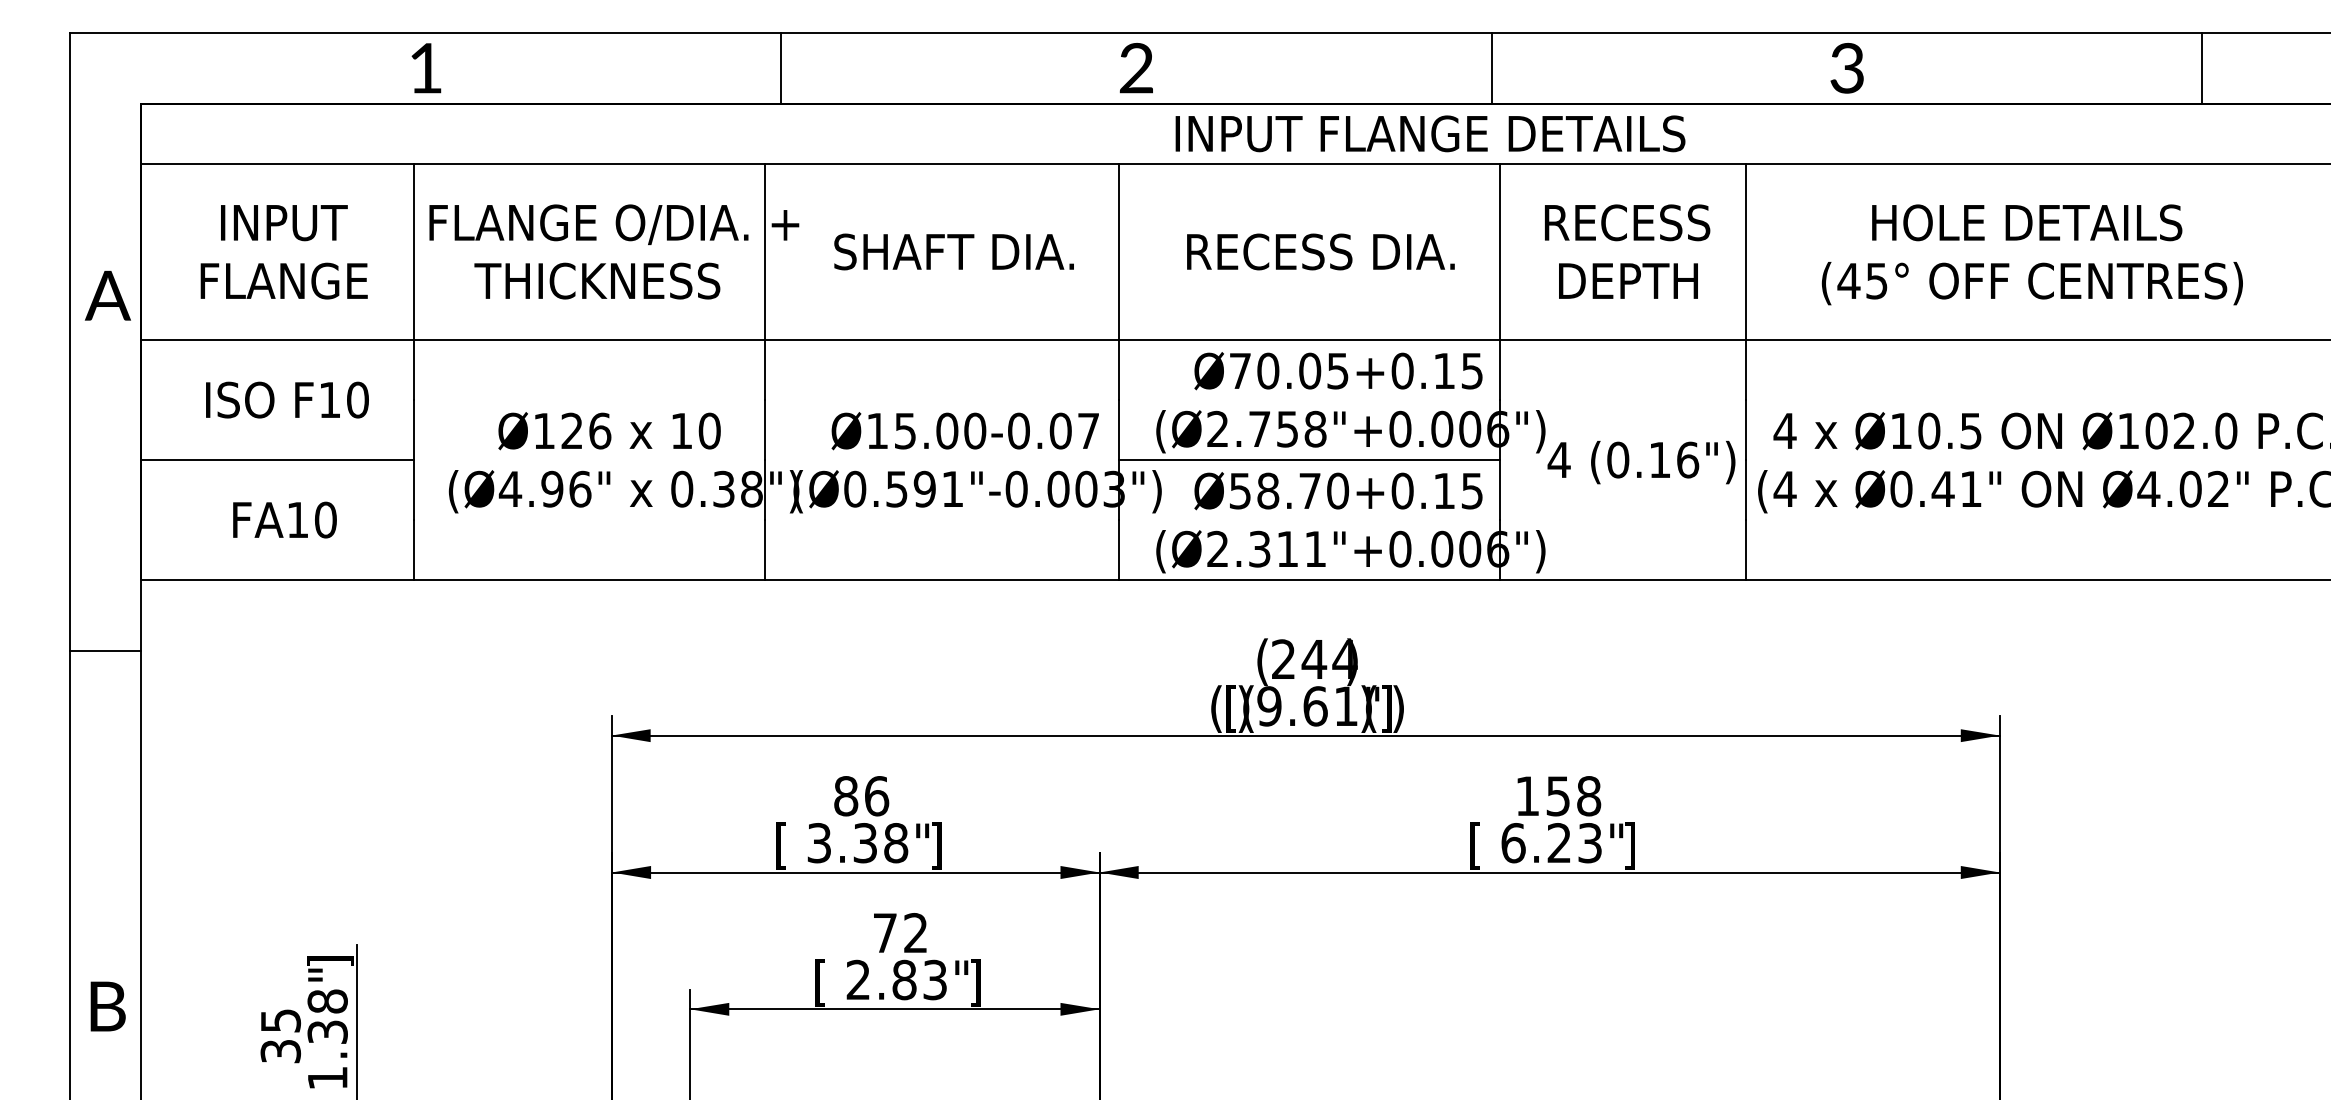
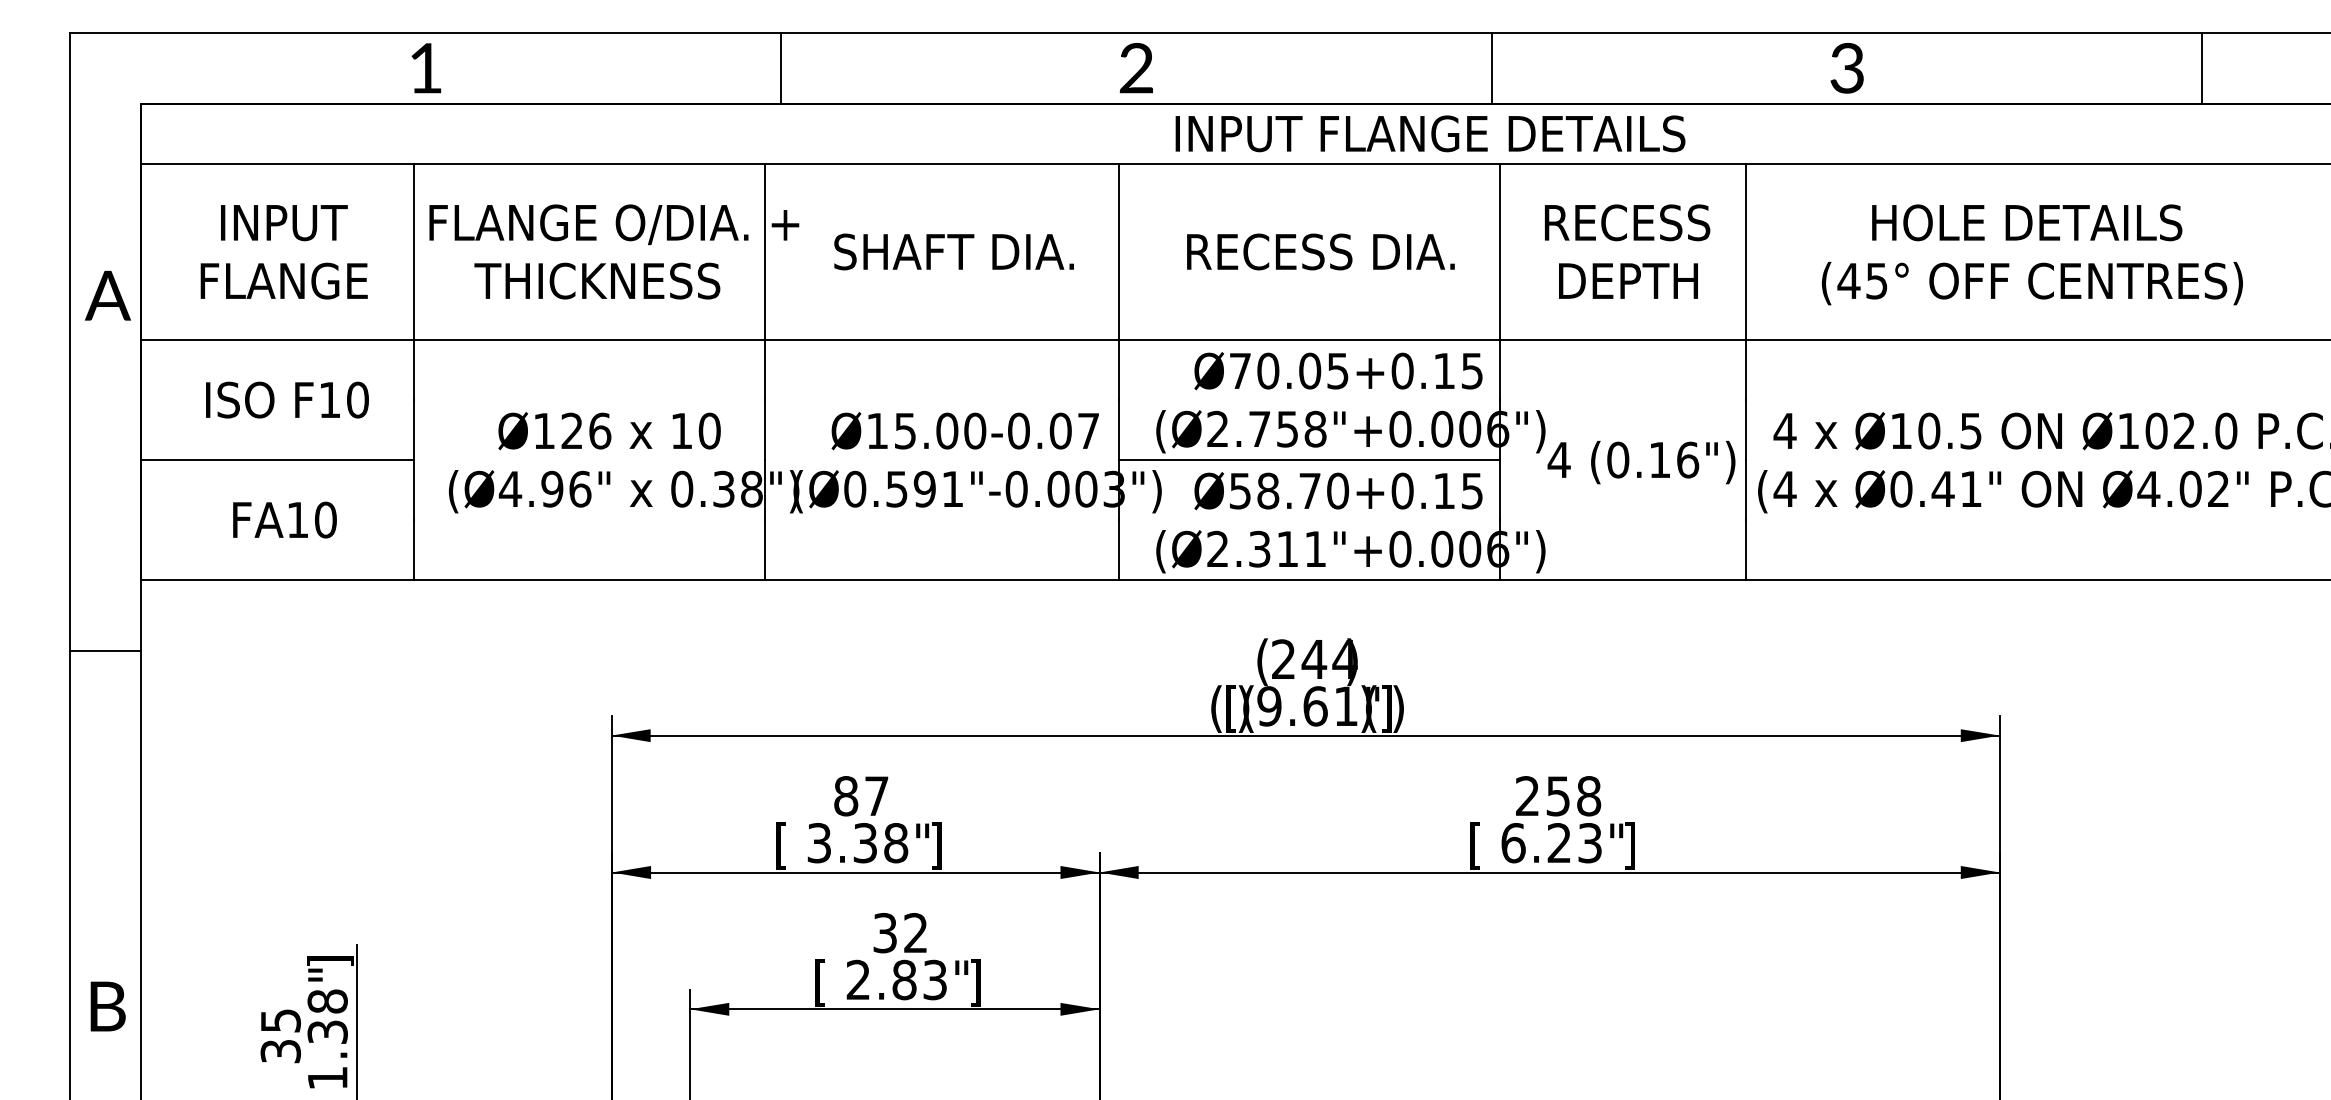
text at (1527, 795): 158 -> 258
text at (877, 796): 86 -> 87
text at (884, 933): 72 -> 32
